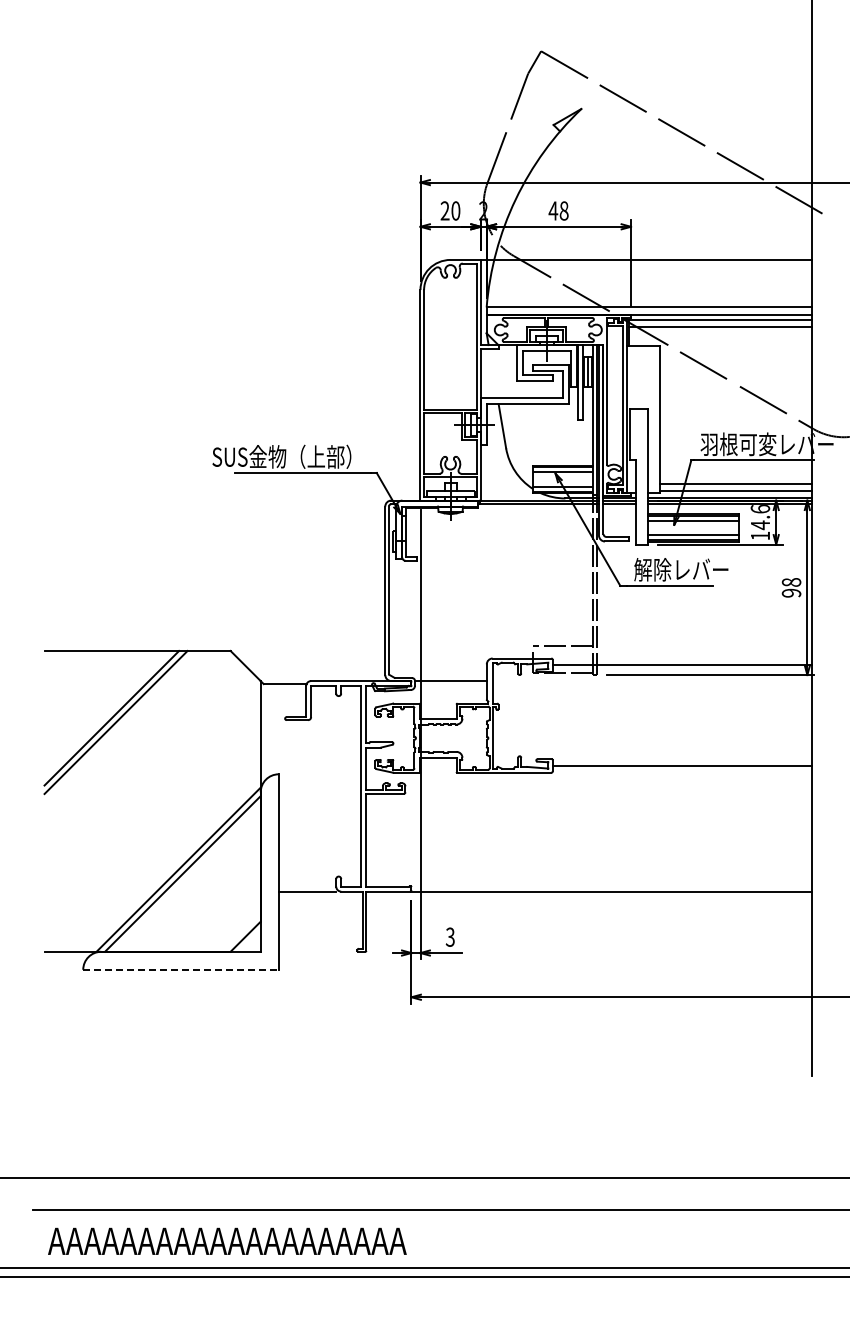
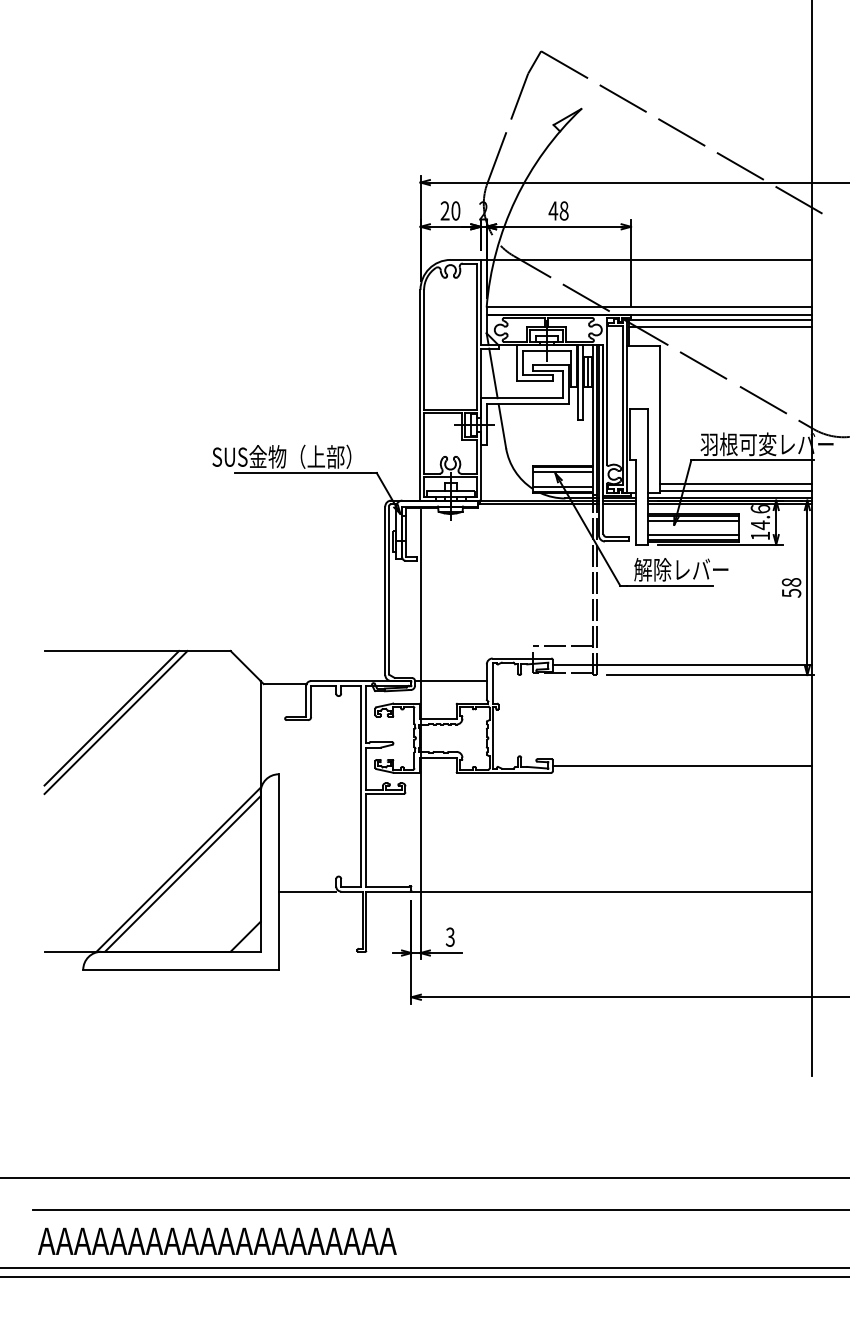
line at (493, 373): none -> present
text at (791, 592): 98 -> 58
line at (181, 969): dashed -> solid
text at (227, 1240) position: (227, 1240) -> (217, 1240)
